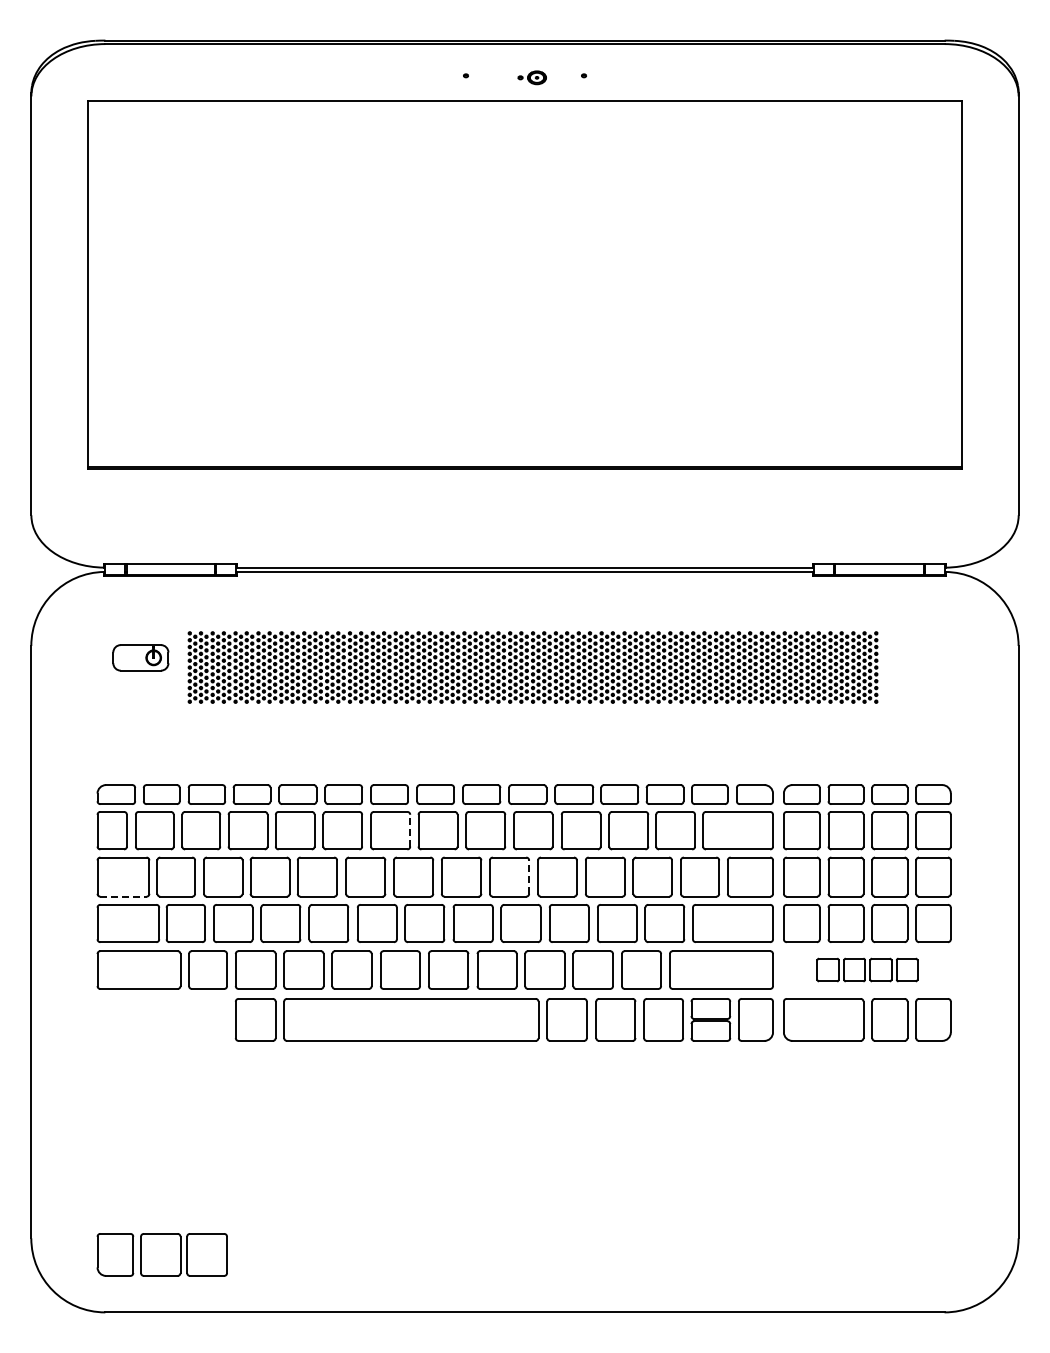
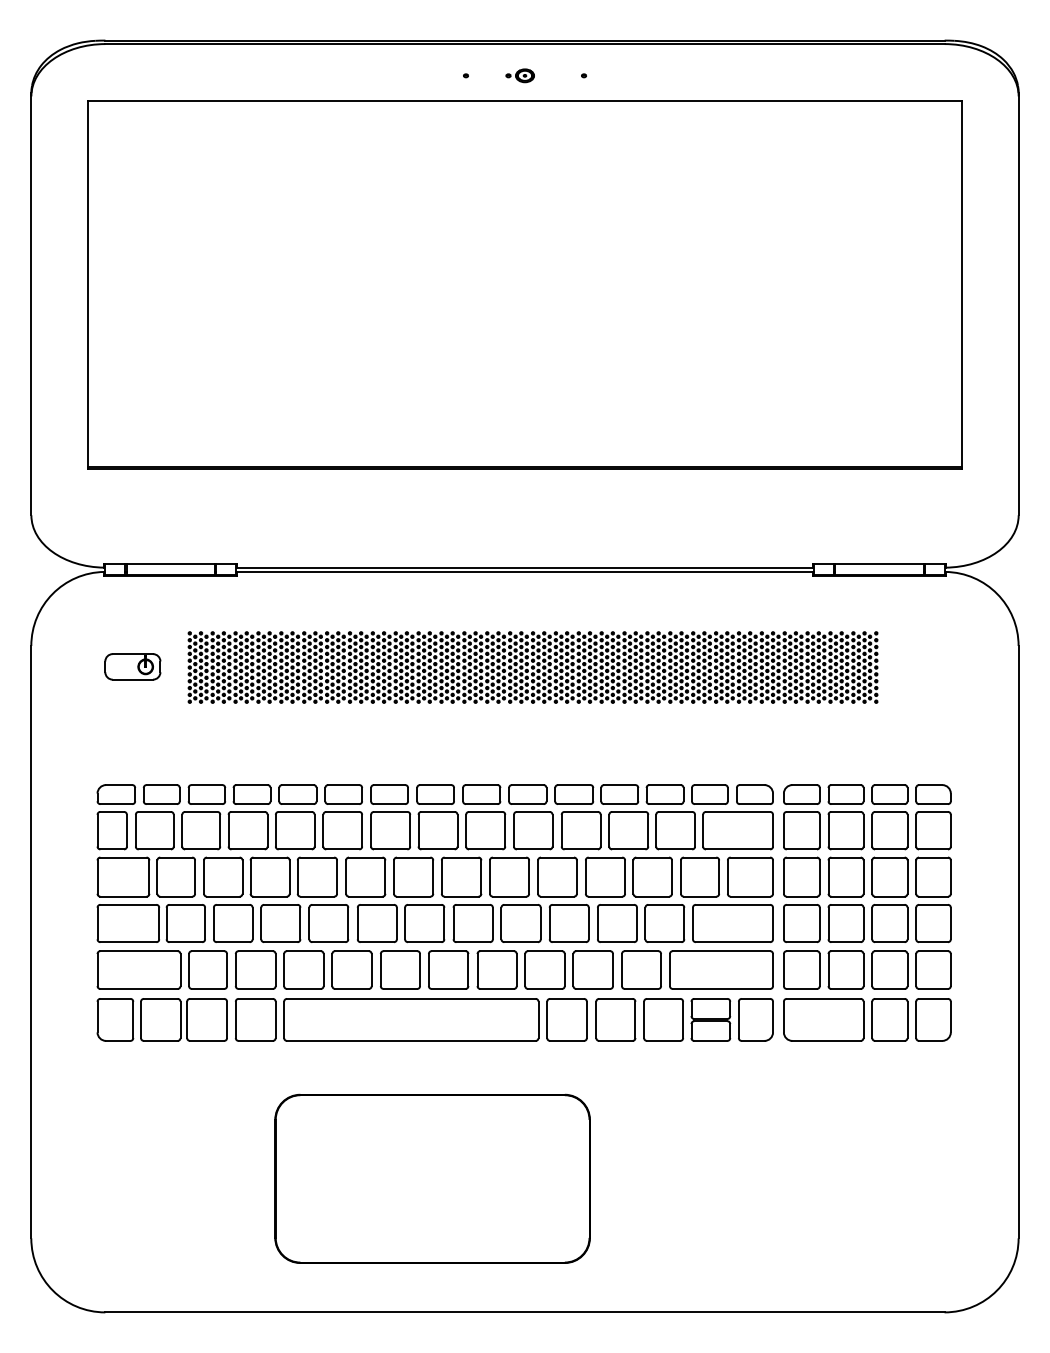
part at (531, 77) position: (531, 77) -> (519, 75)
part at (140, 657) position: (140, 657) -> (132, 666)
line at (410, 830): dashed -> solid
line at (529, 877): dashed -> solid
line at (123, 896): dashed -> solid
part at (867, 969) size: 103x26 px -> 169x40 px
part at (432, 1178): none -> present
part at (161, 1254) position: (161, 1254) -> (161, 1019)
